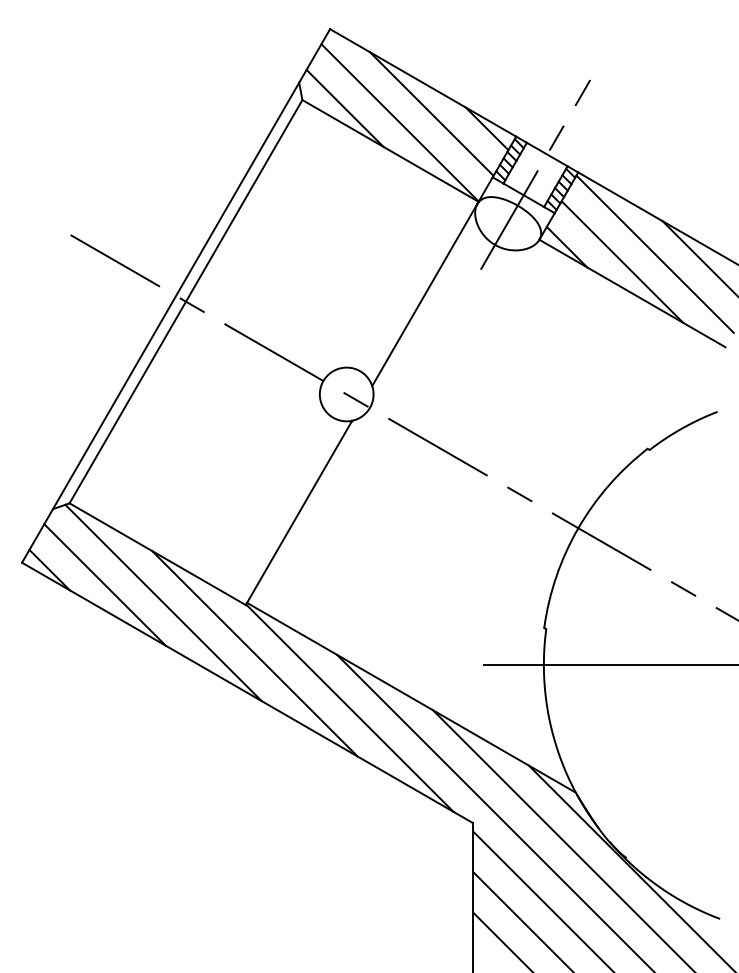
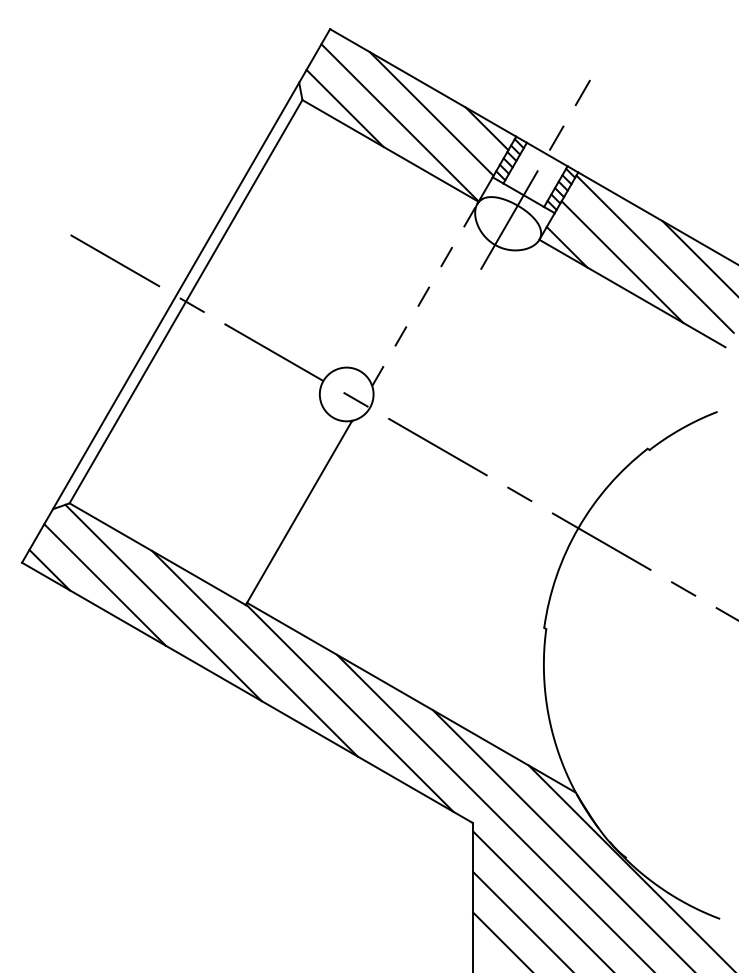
line at (425, 294): solid -> dashed
line at (609, 664): present -> none
